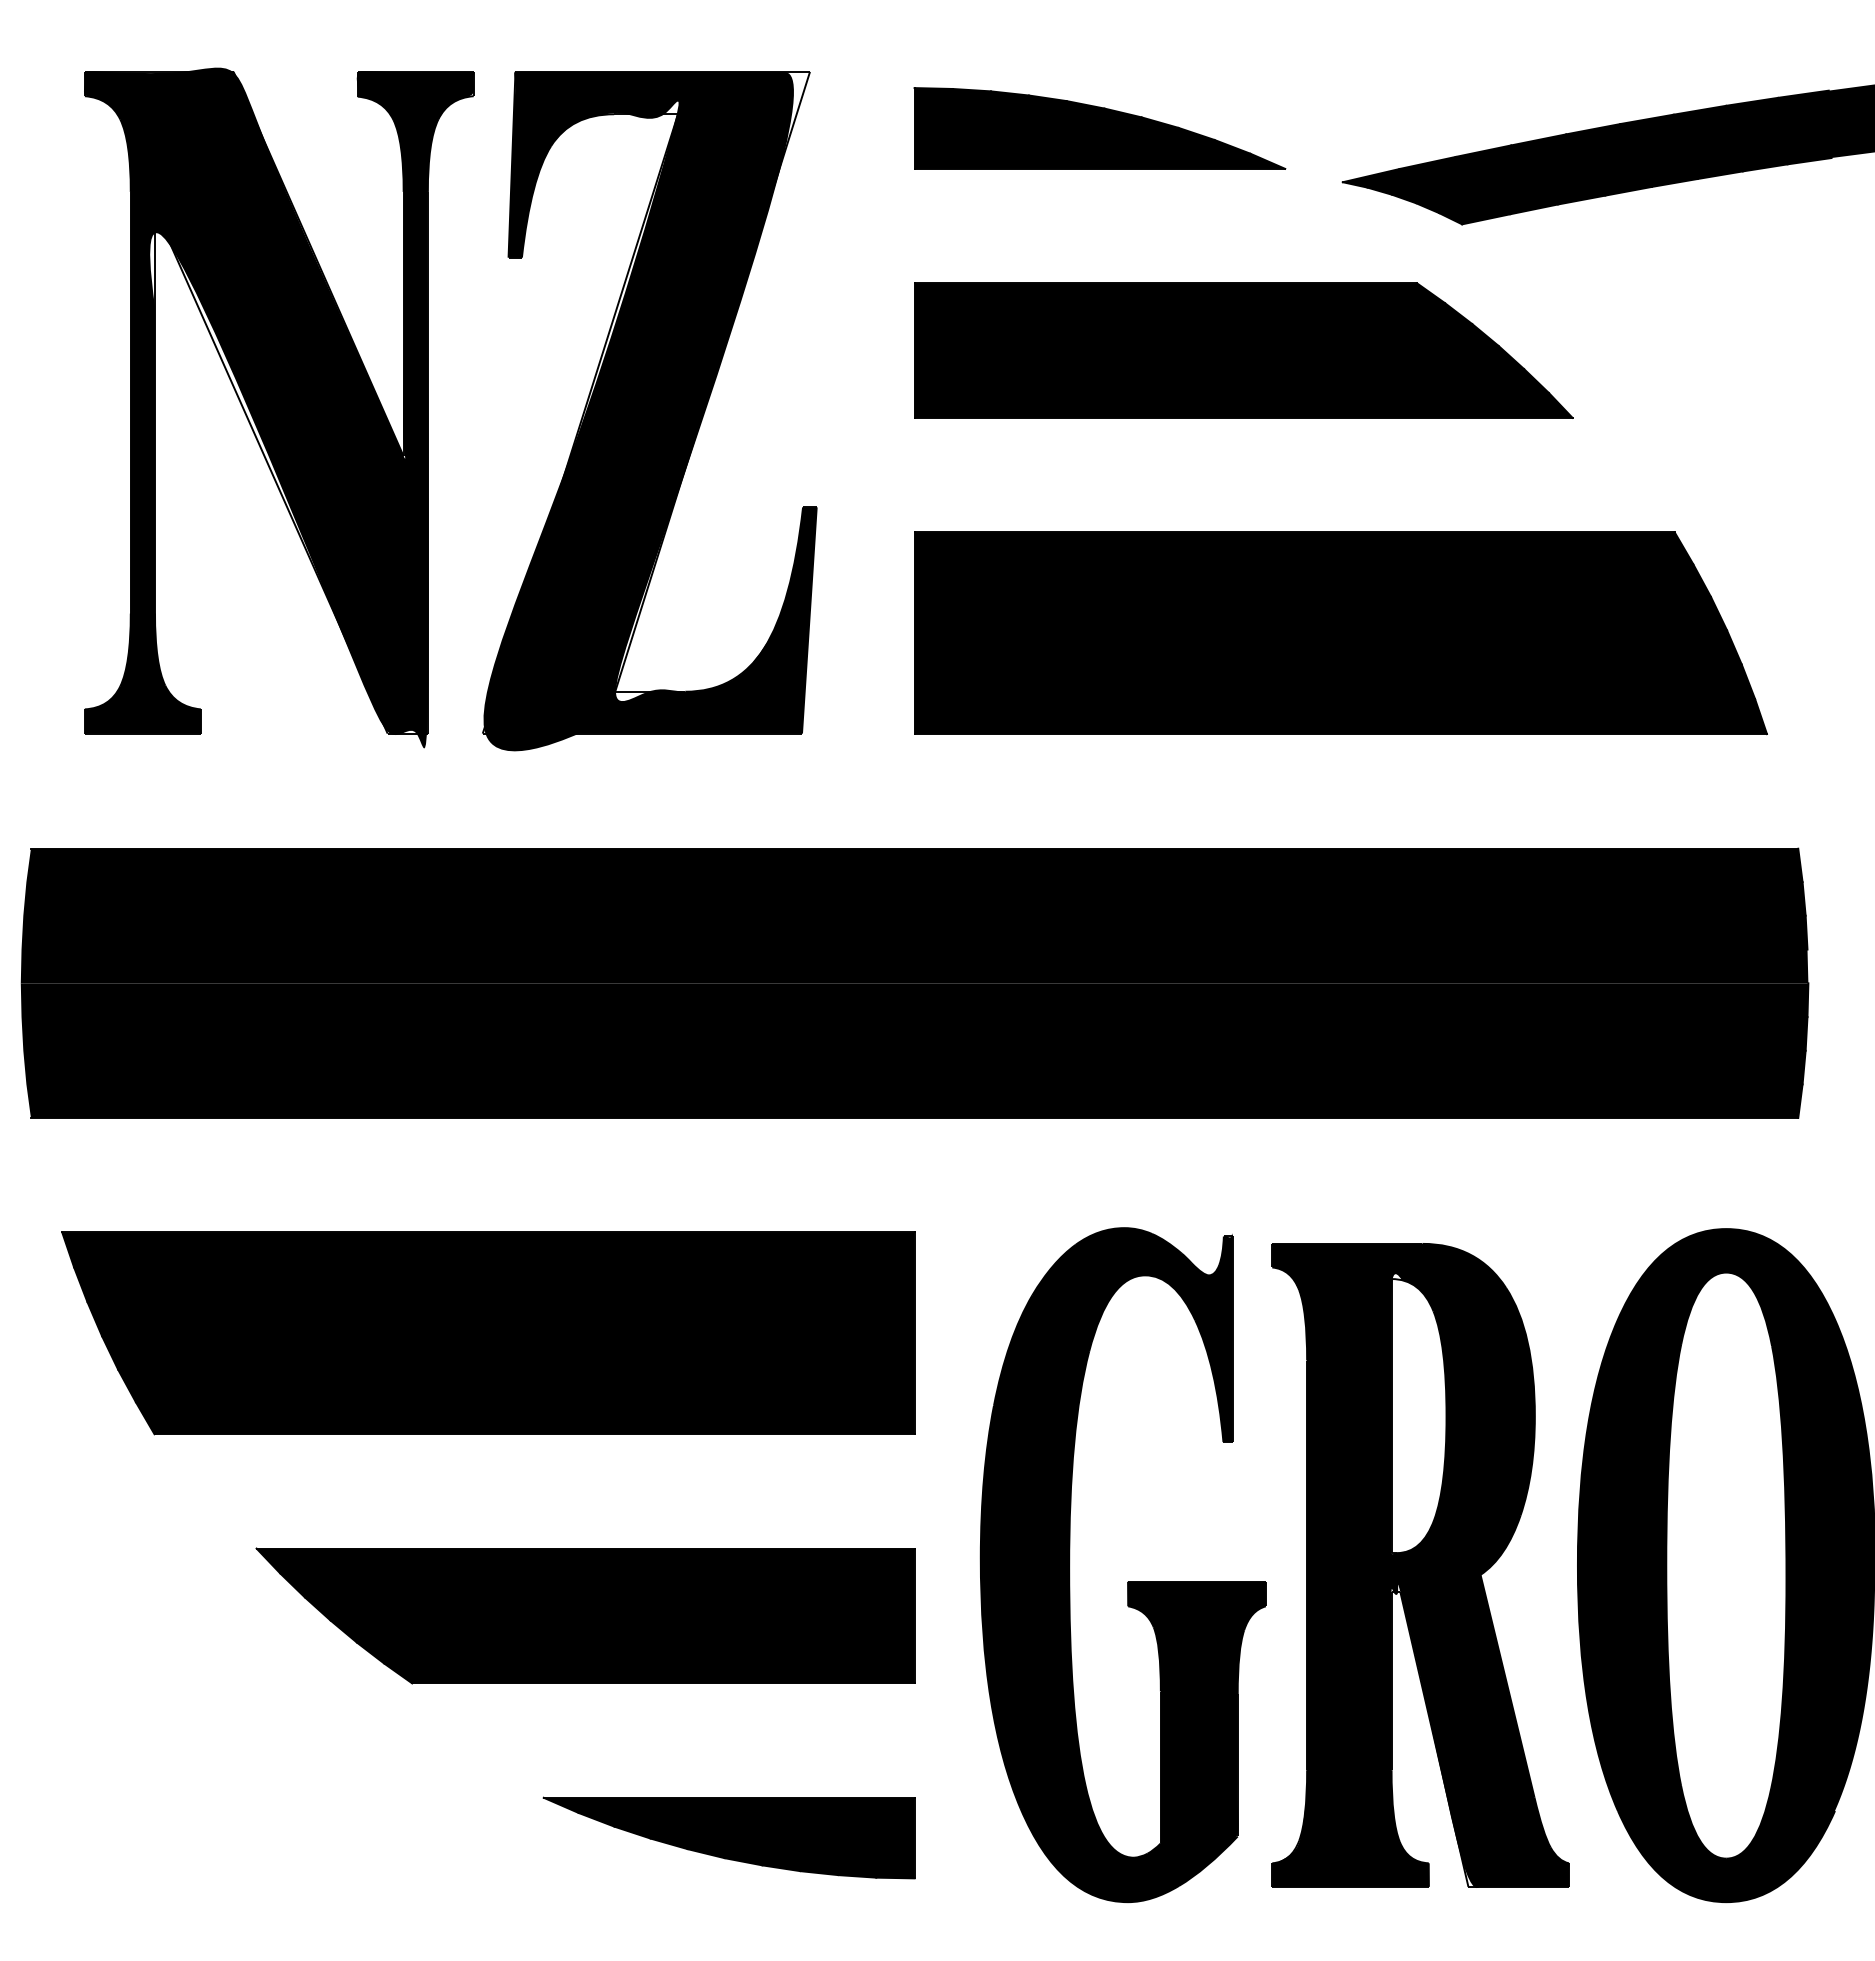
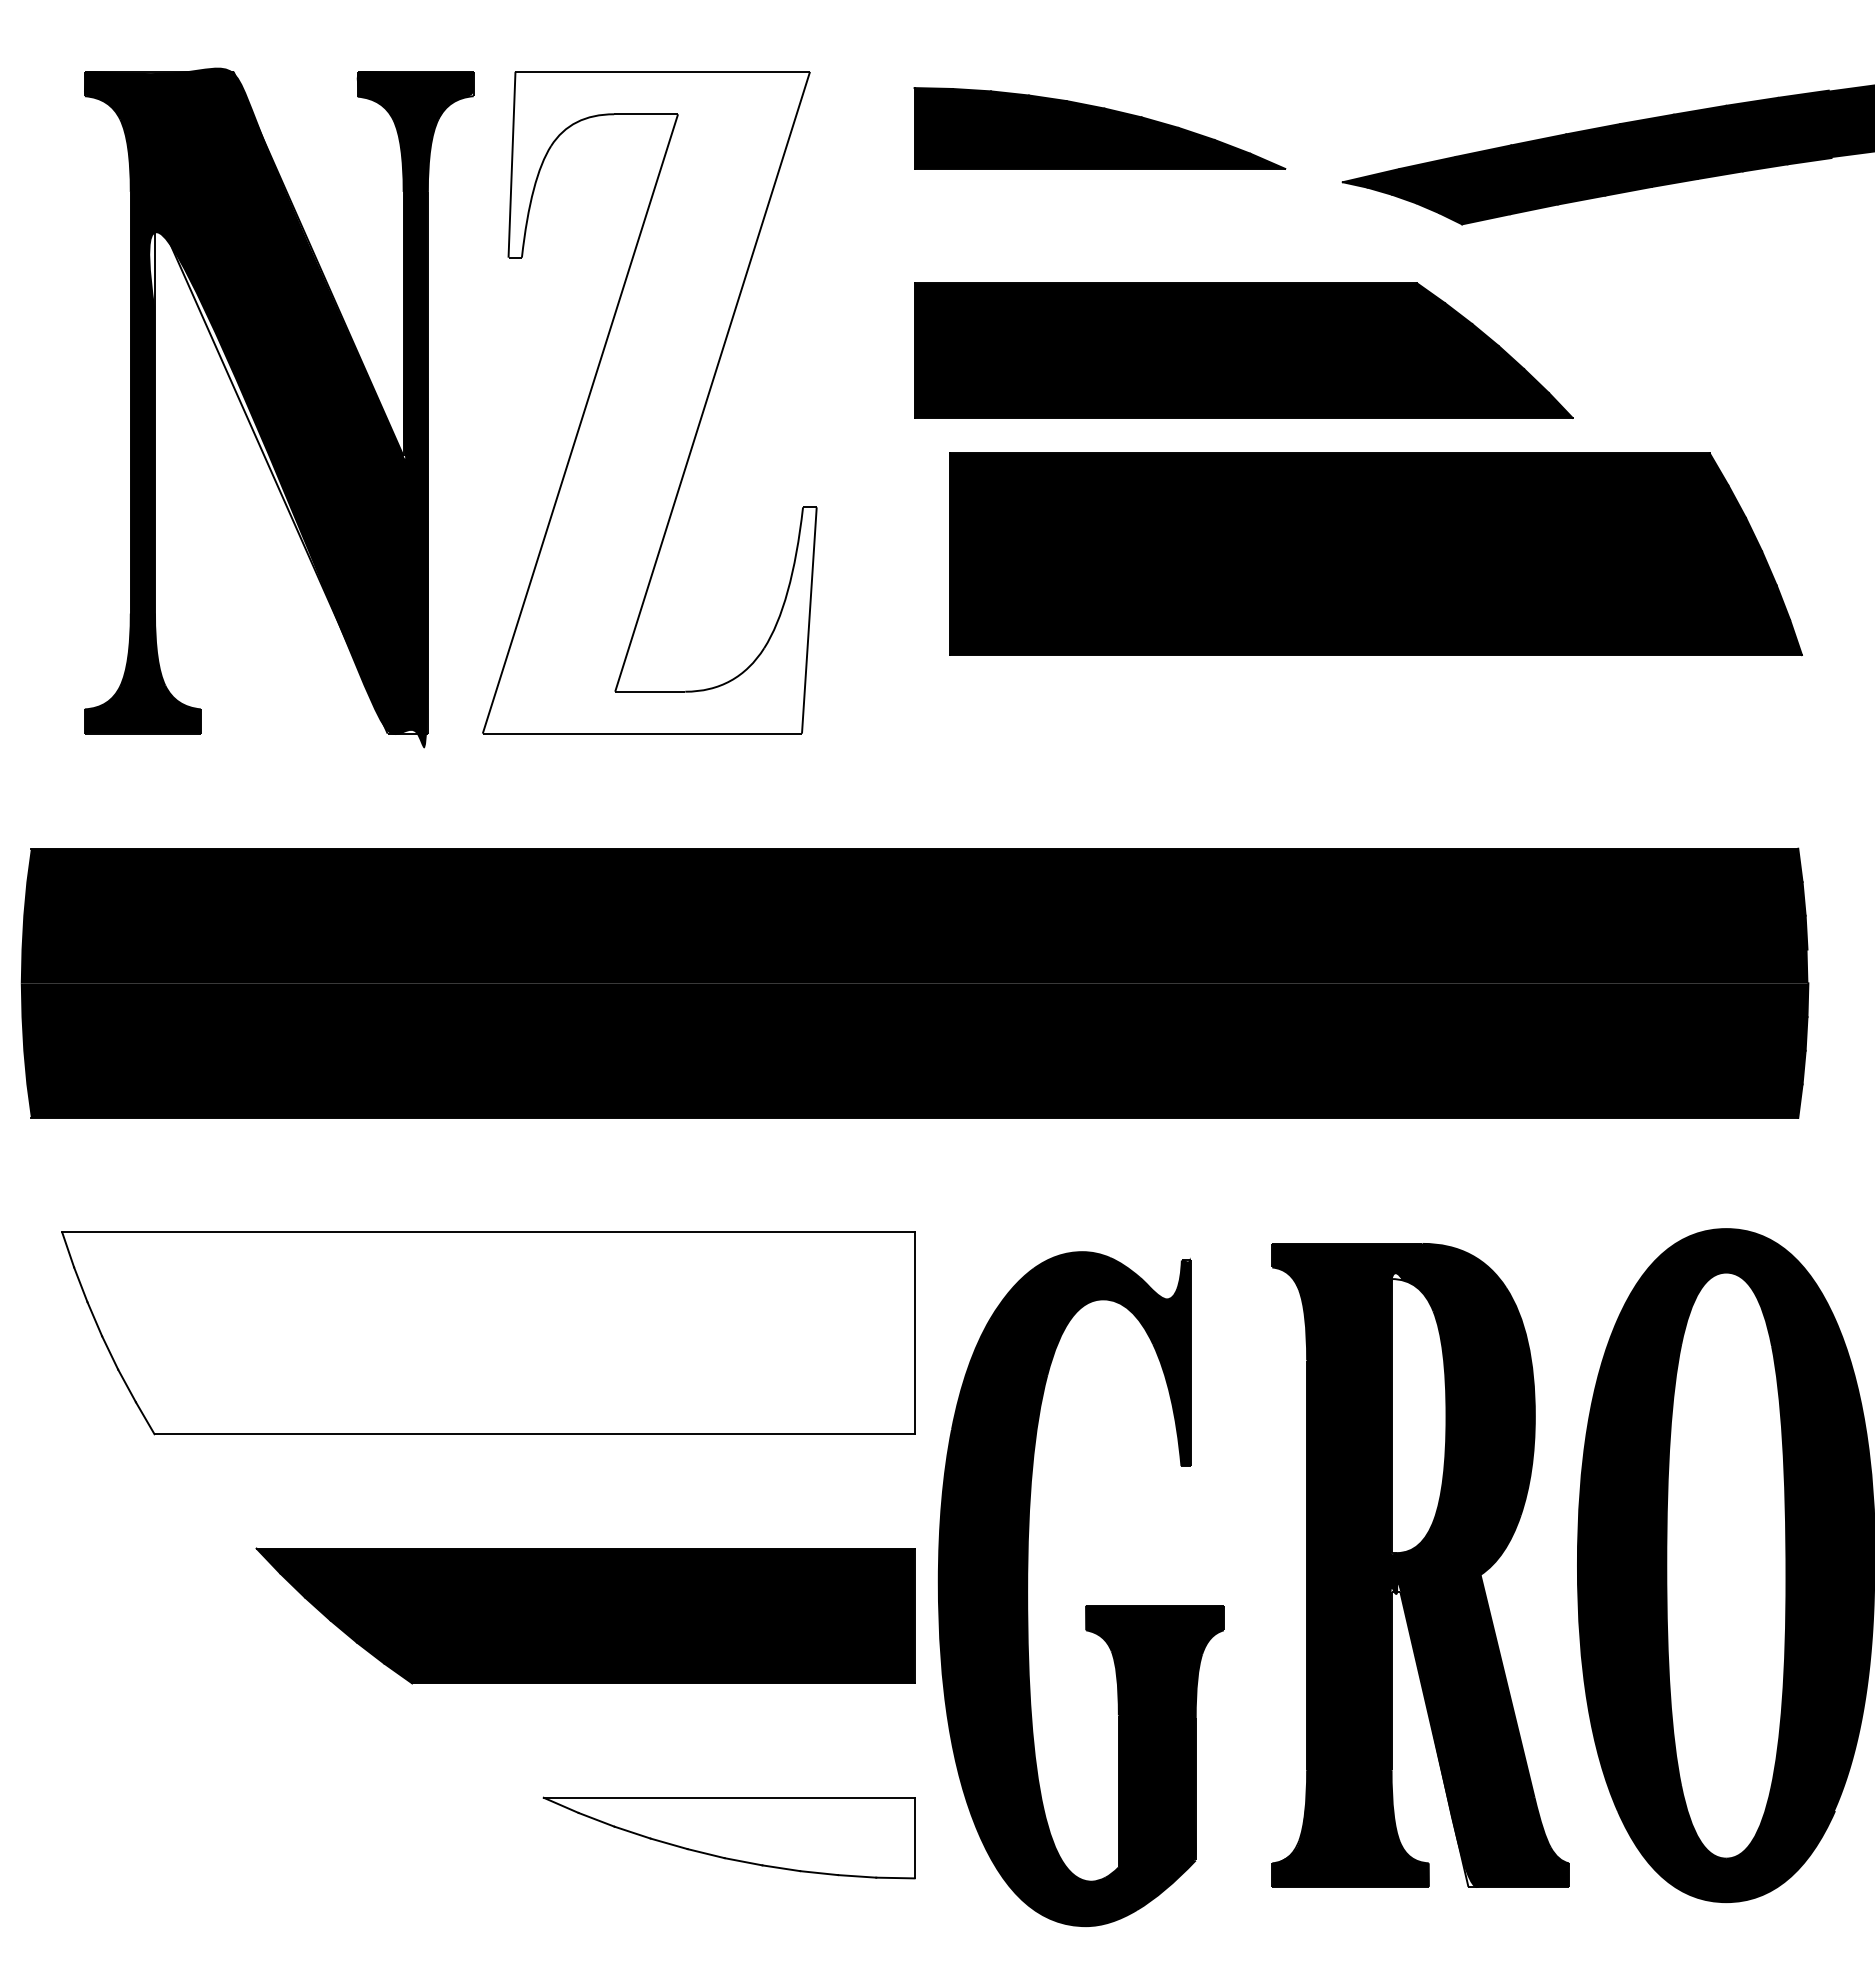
fill at (649, 411): present -> none
part at (1340, 633) position: (1340, 633) -> (1375, 554)
fill at (488, 1333): present -> none
part at (1127, 1581) position: (1127, 1581) -> (1085, 1605)
fill at (728, 1837): present -> none
